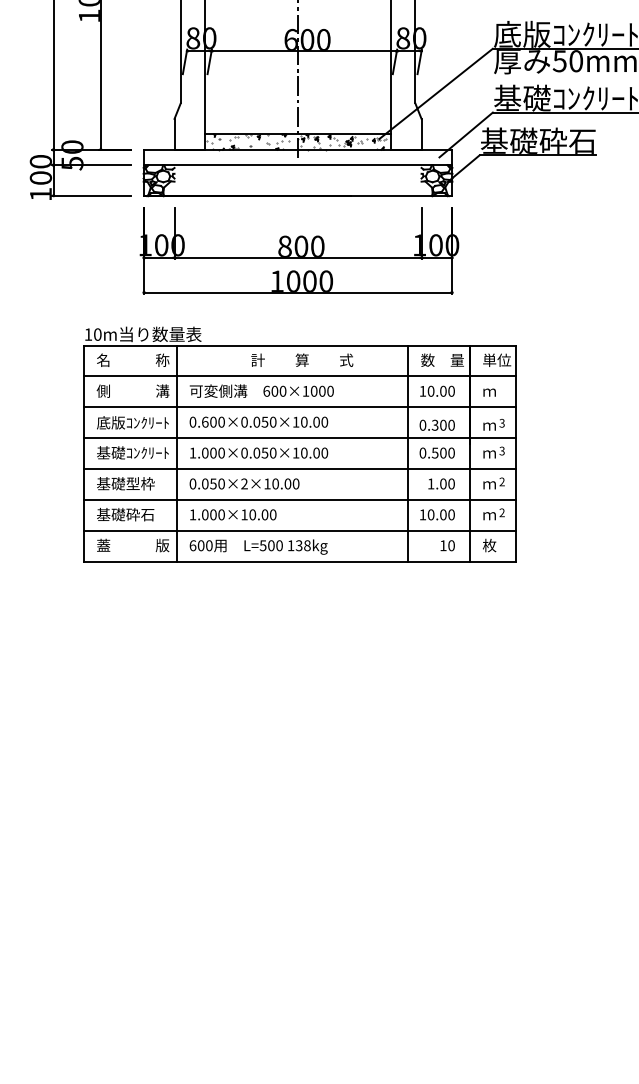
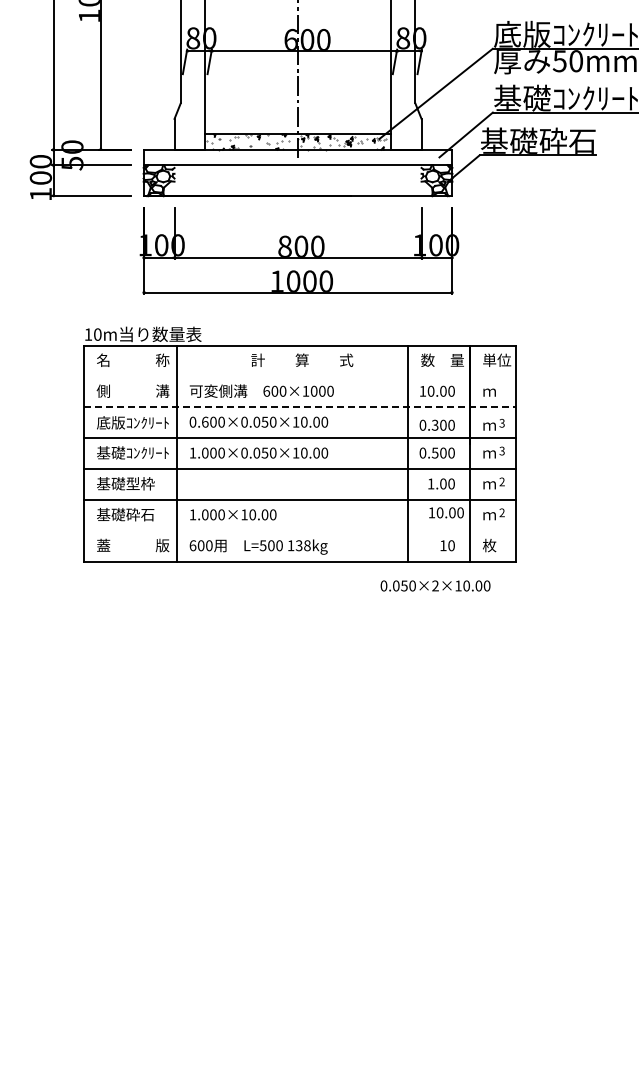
line at (300, 376): present -> none
line at (300, 407): solid -> dashed
text at (244, 483) position: (244, 483) -> (435, 585)
text at (437, 514) position: (437, 514) -> (446, 512)
line at (300, 530): present -> none
